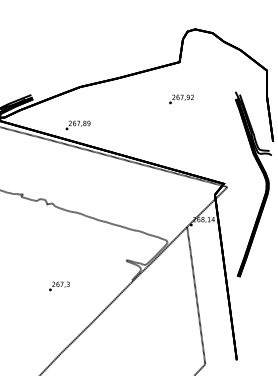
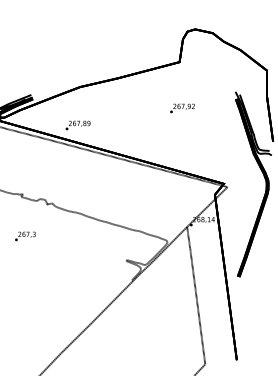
text at (181, 99) position: (181, 99) -> (182, 108)
text at (59, 286) position: (59, 286) -> (25, 236)
